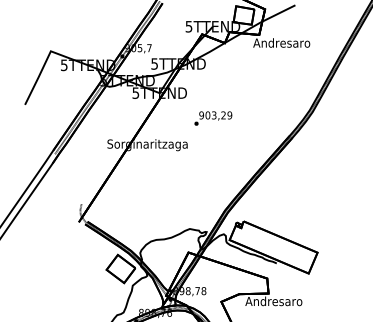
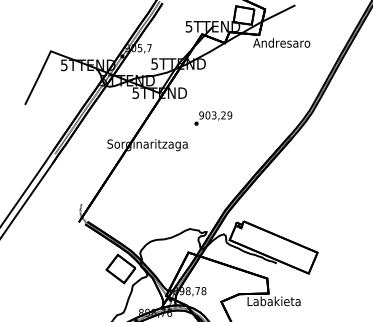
text at (273, 301): Andresaro -> Labakieta
